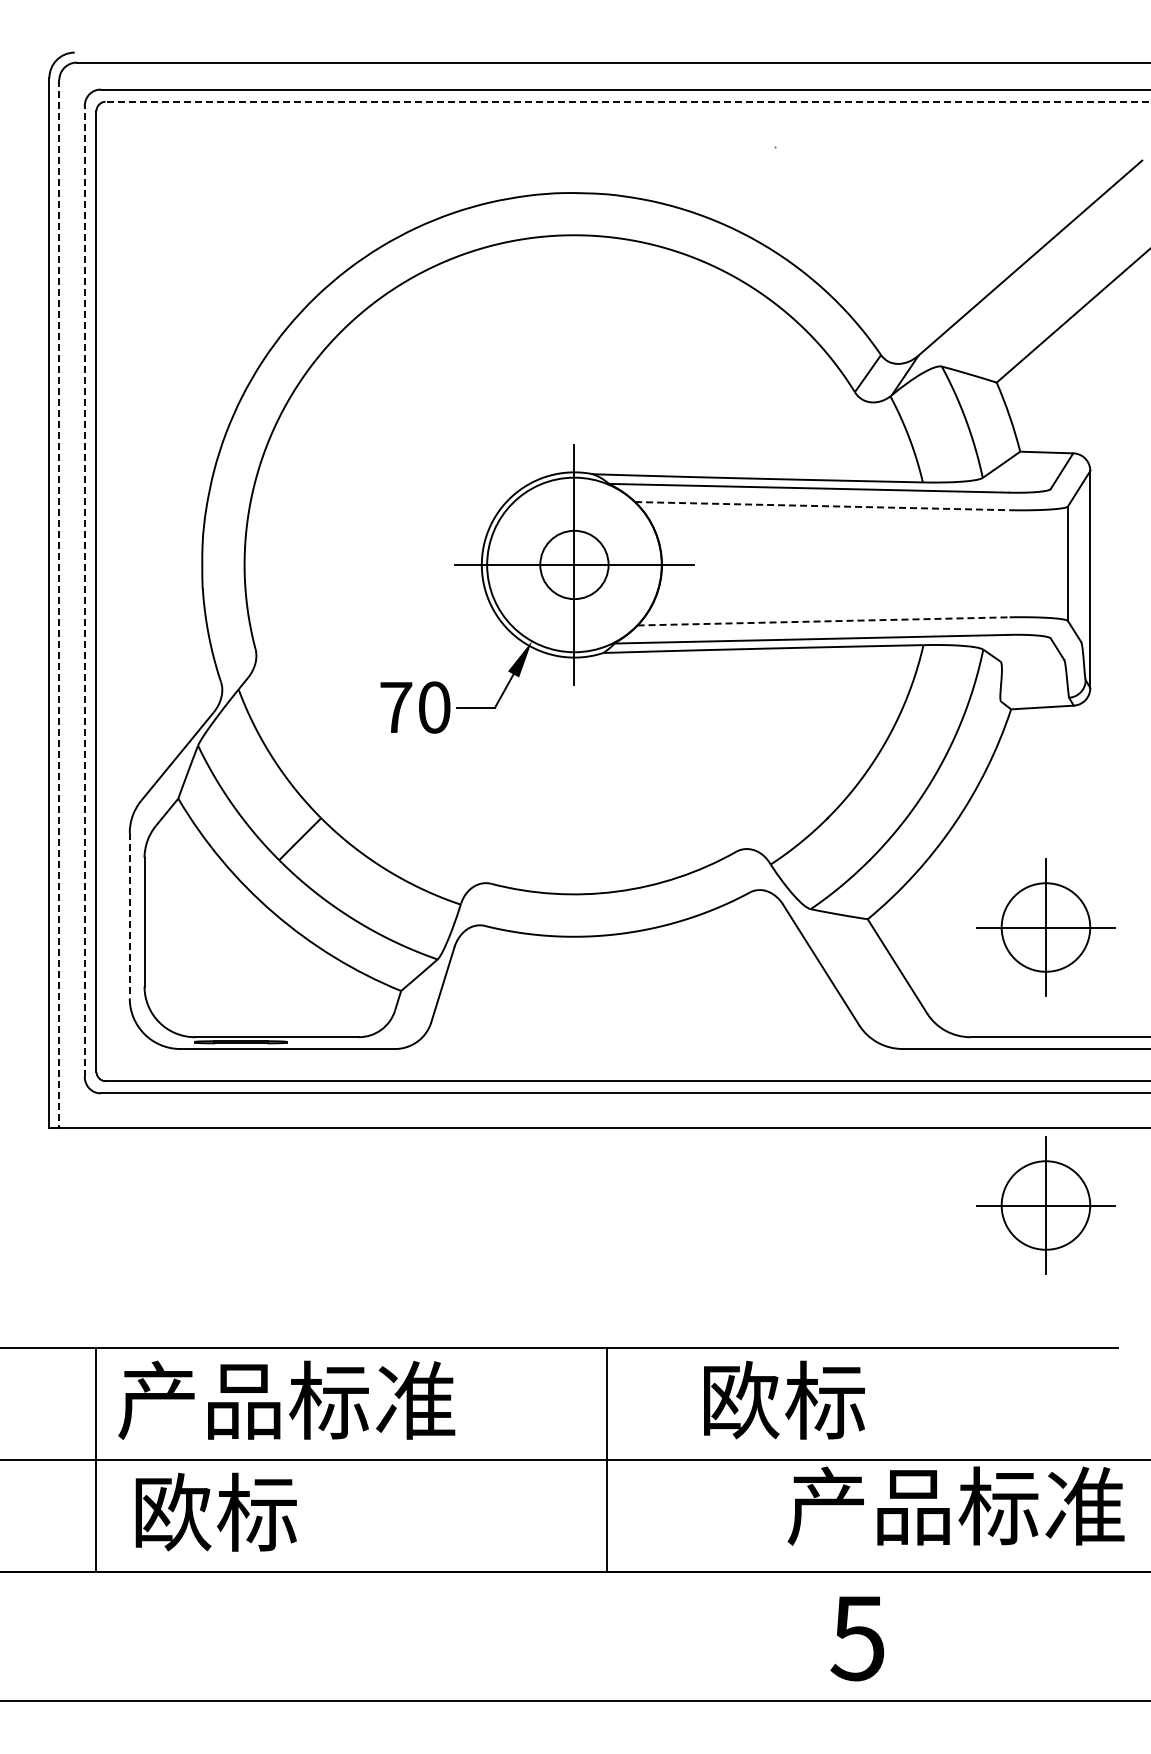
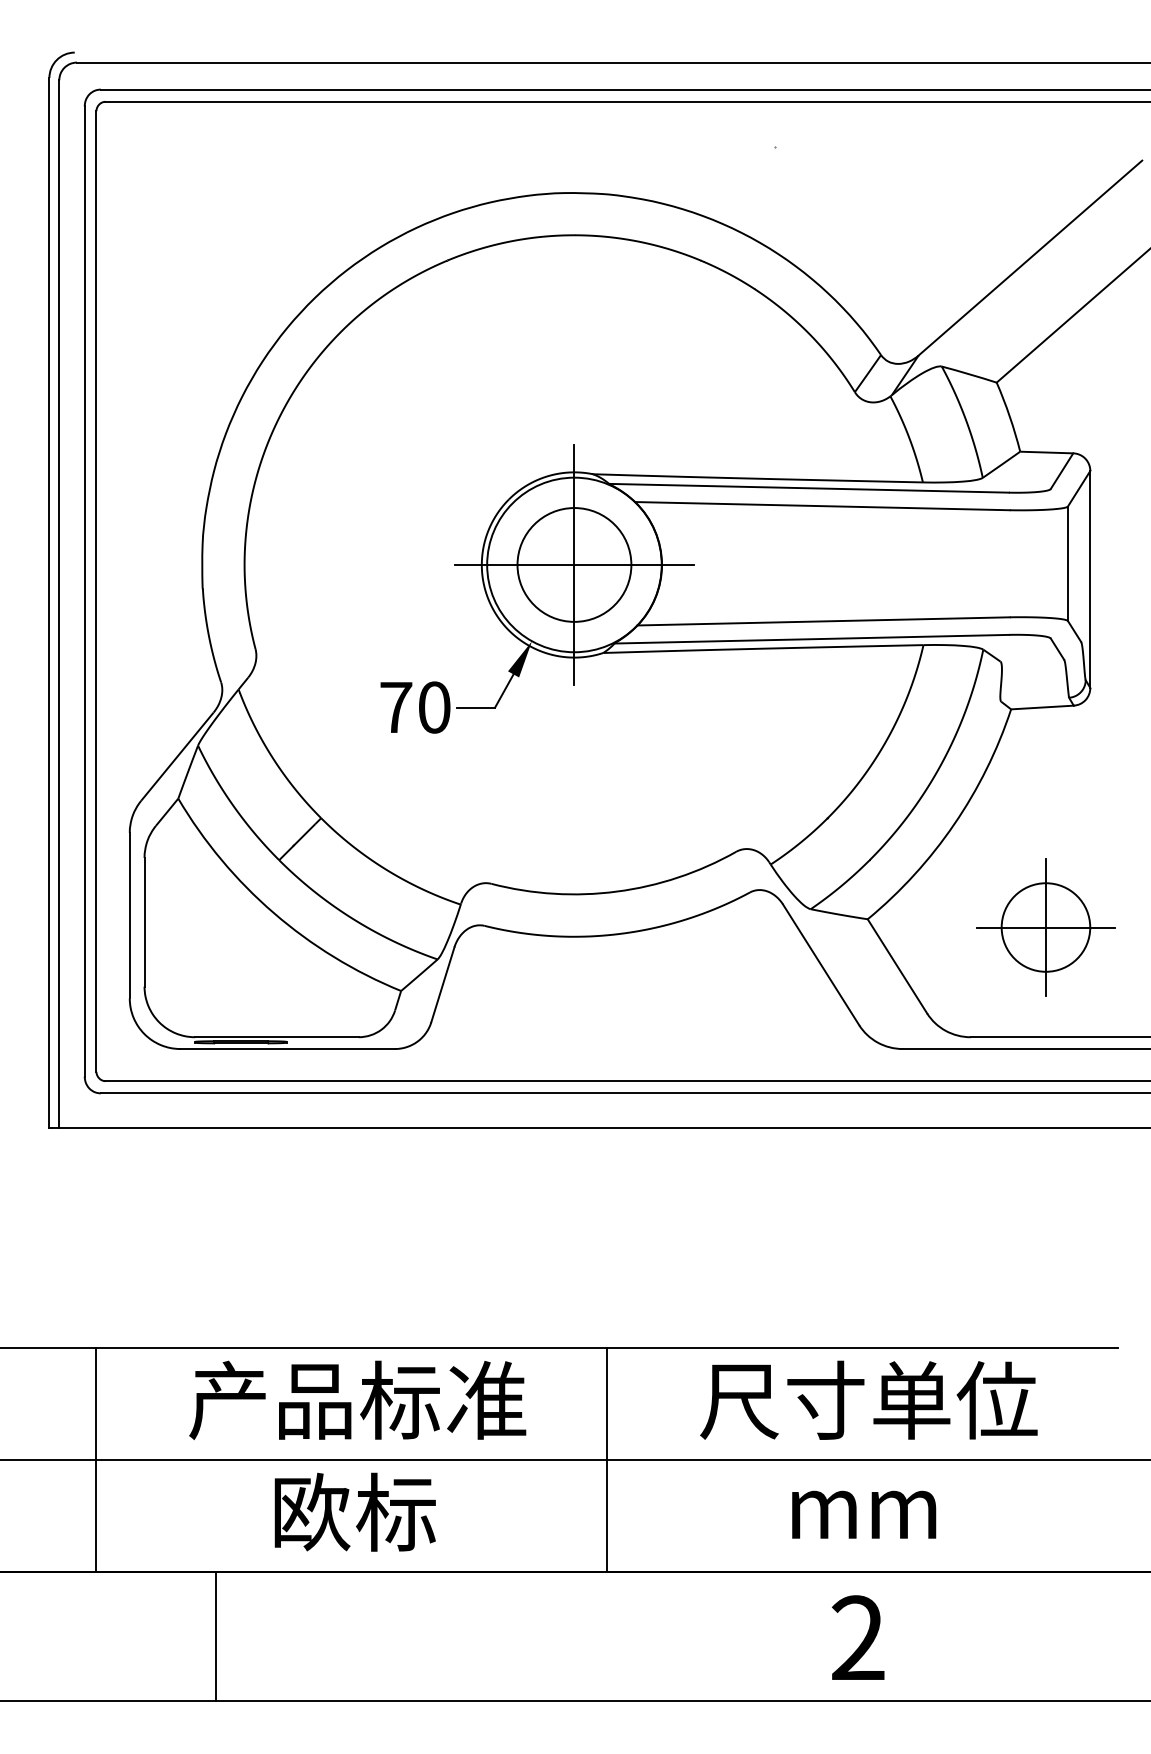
line at (628, 101): dashed -> solid
line at (822, 506): dashed -> solid
circle at (574, 564) diameter: 68 px -> 114 px
line at (84, 591): dashed -> solid
line at (59, 604): dashed -> solid
line at (824, 621): dashed -> solid
line at (129, 915): dashed -> solid
part at (1045, 1205): present -> none
text at (868, 1399): 欧标 -> 尺寸单位
text at (286, 1400) position: (286, 1400) -> (357, 1400)
text at (955, 1505): 产品标准 -> mm
text at (215, 1511) position: (215, 1511) -> (354, 1511)
line at (216, 1636): none -> present
text at (857, 1638): 5 -> 2
